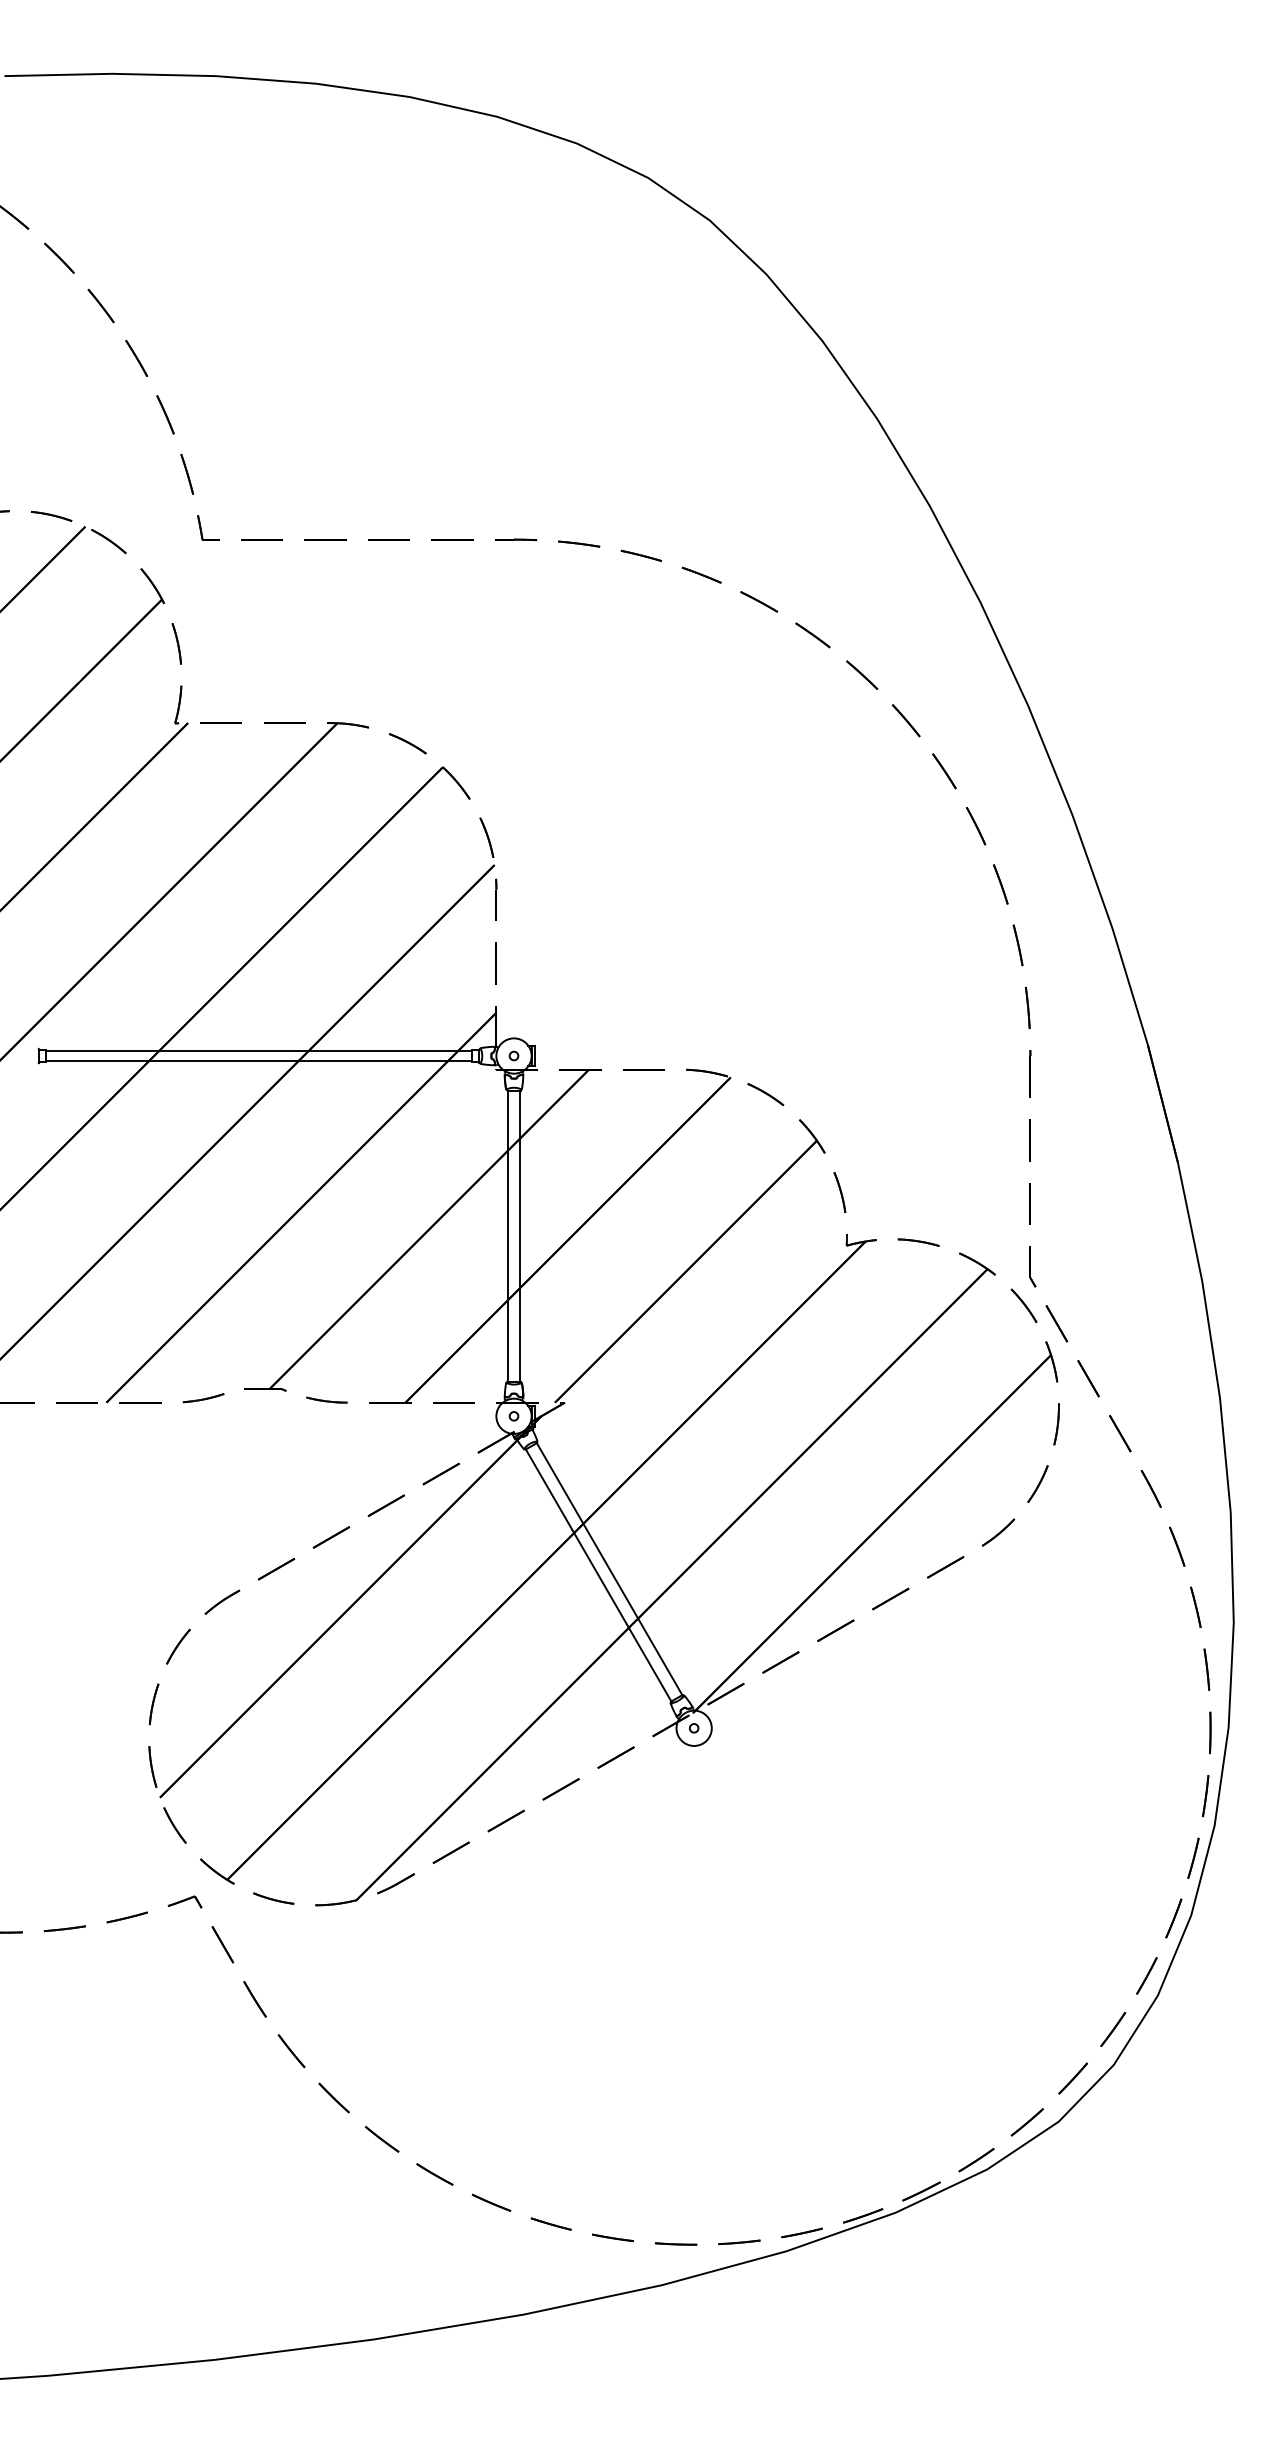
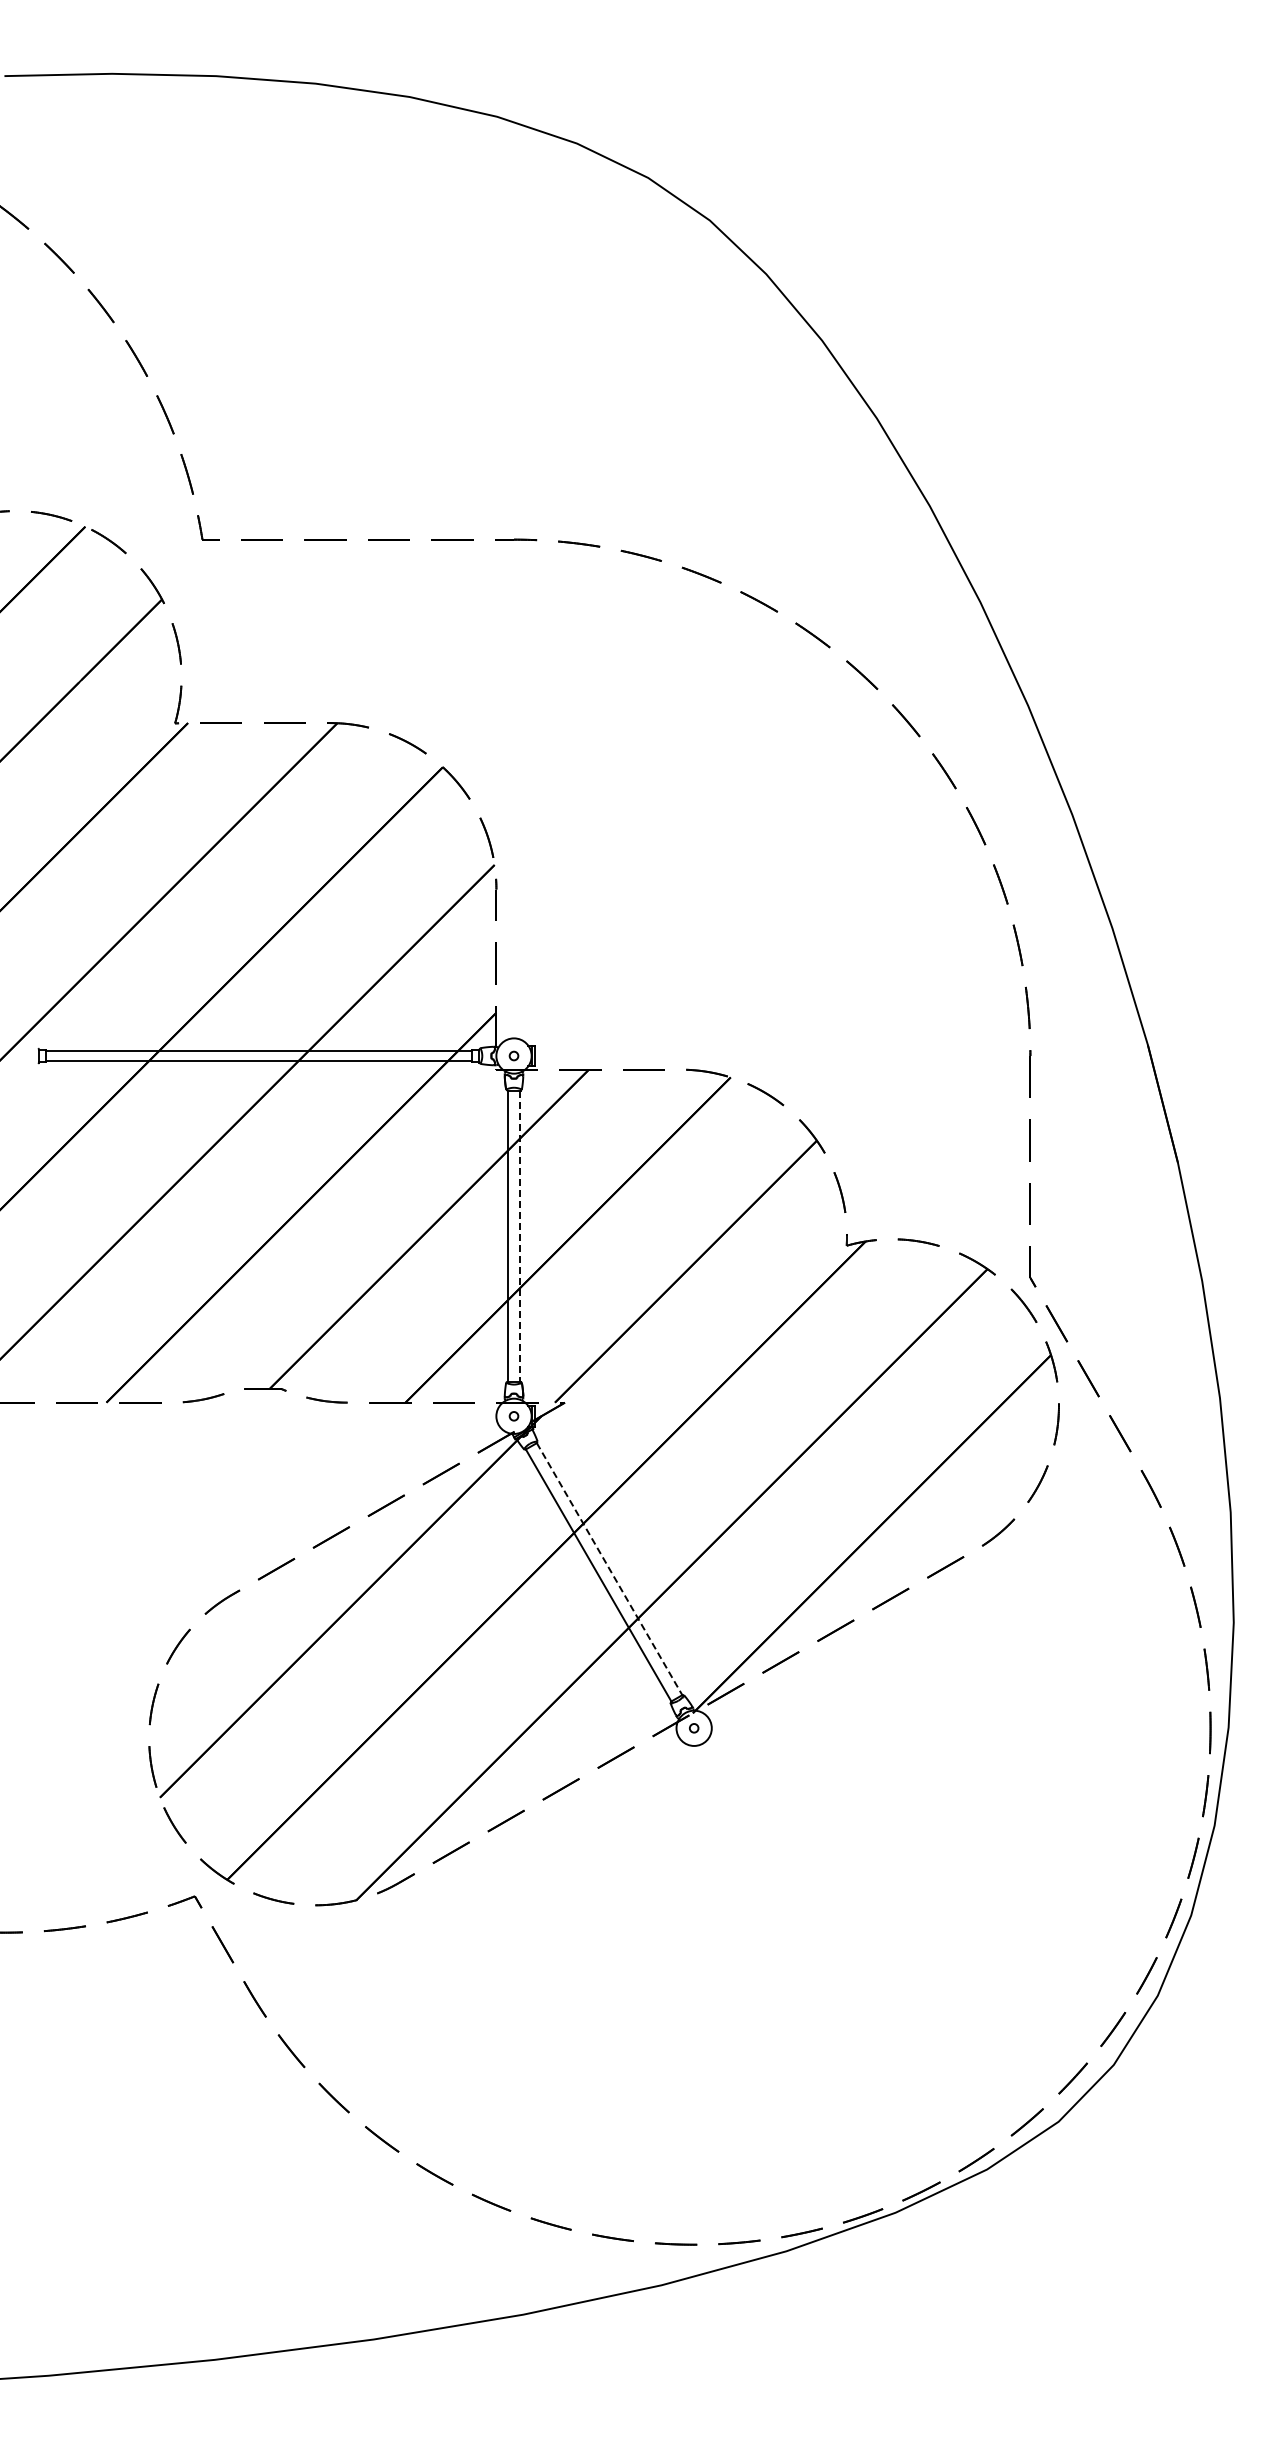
line at (520, 1236): solid -> dashed
line at (609, 1569): solid -> dashed
